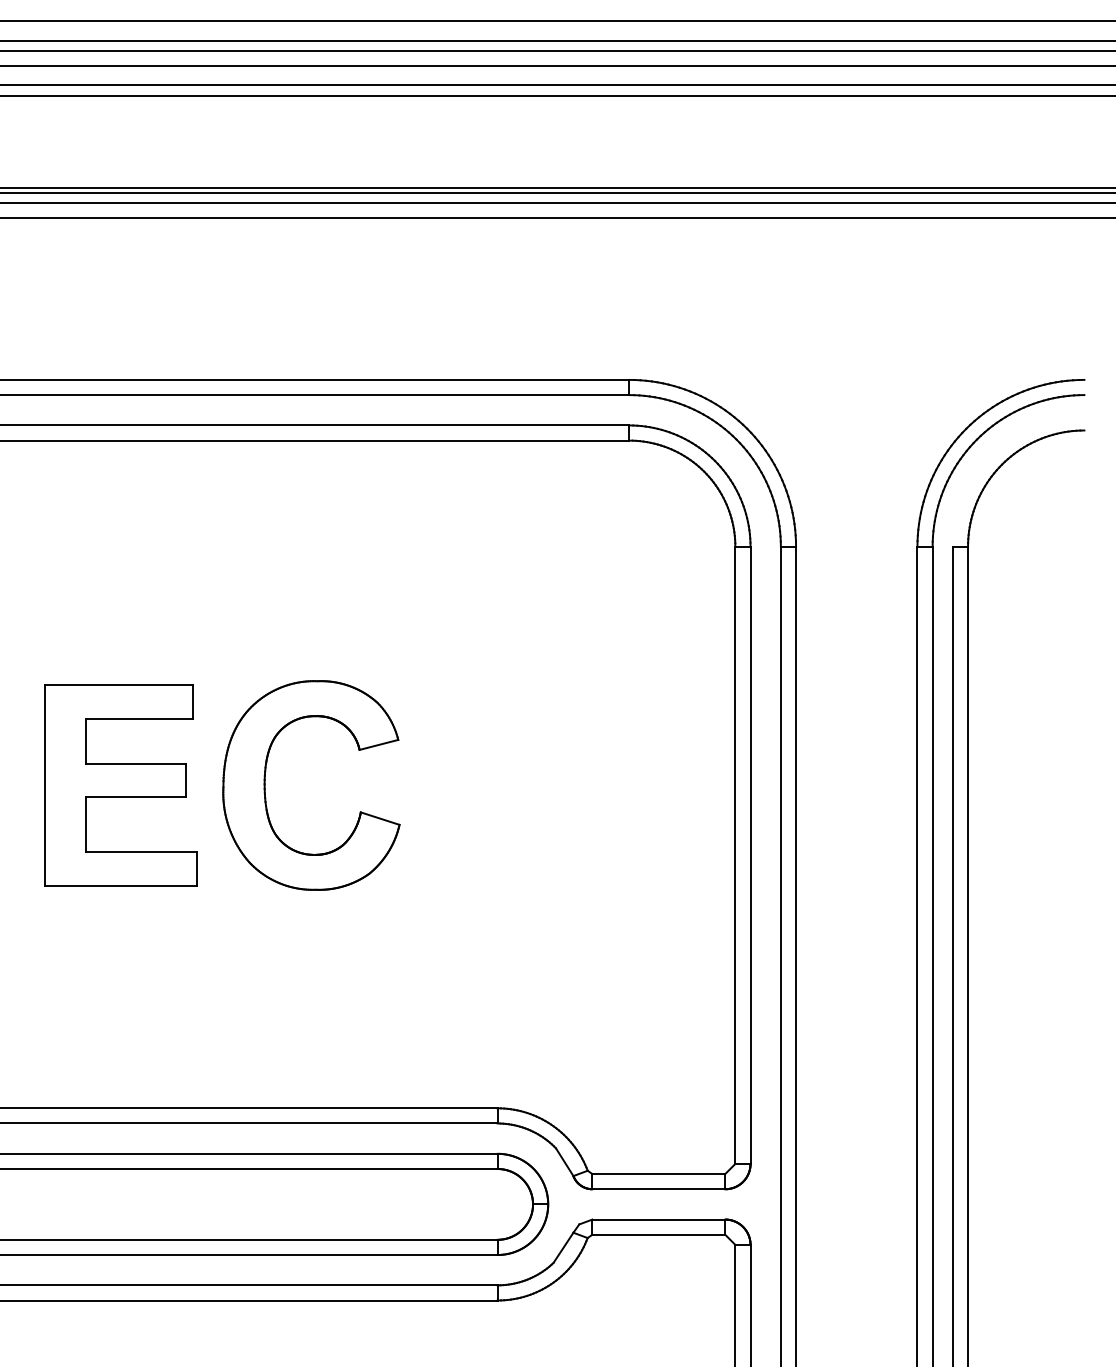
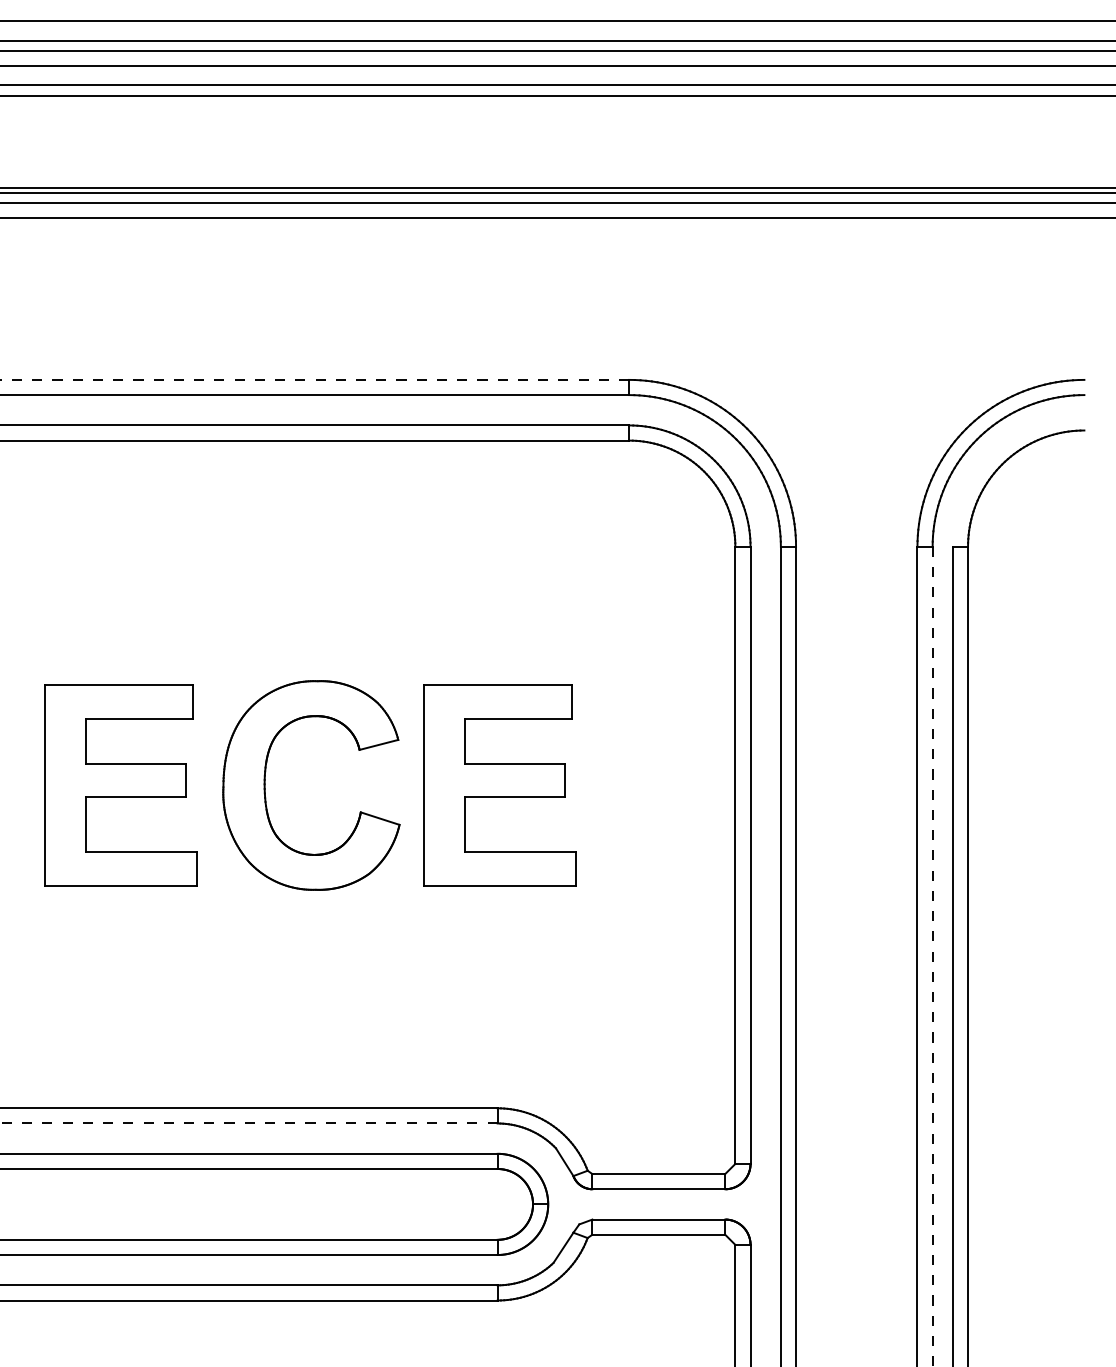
line at (314, 379): solid -> dashed
part at (499, 785): none -> present
line at (932, 956): solid -> dashed
line at (248, 1123): solid -> dashed
